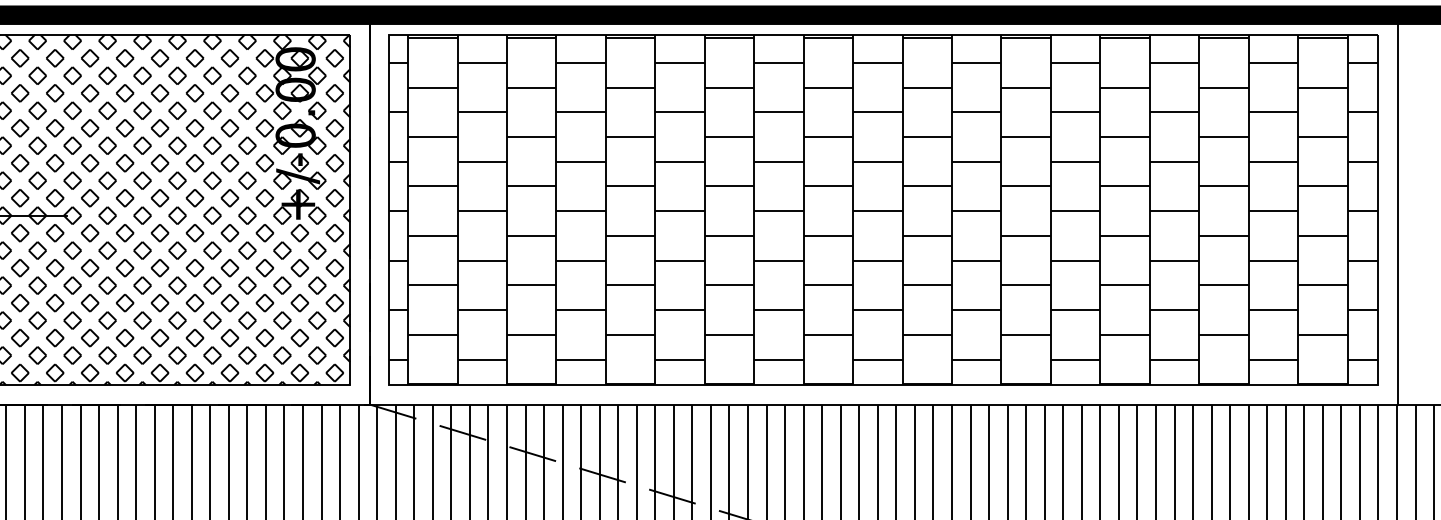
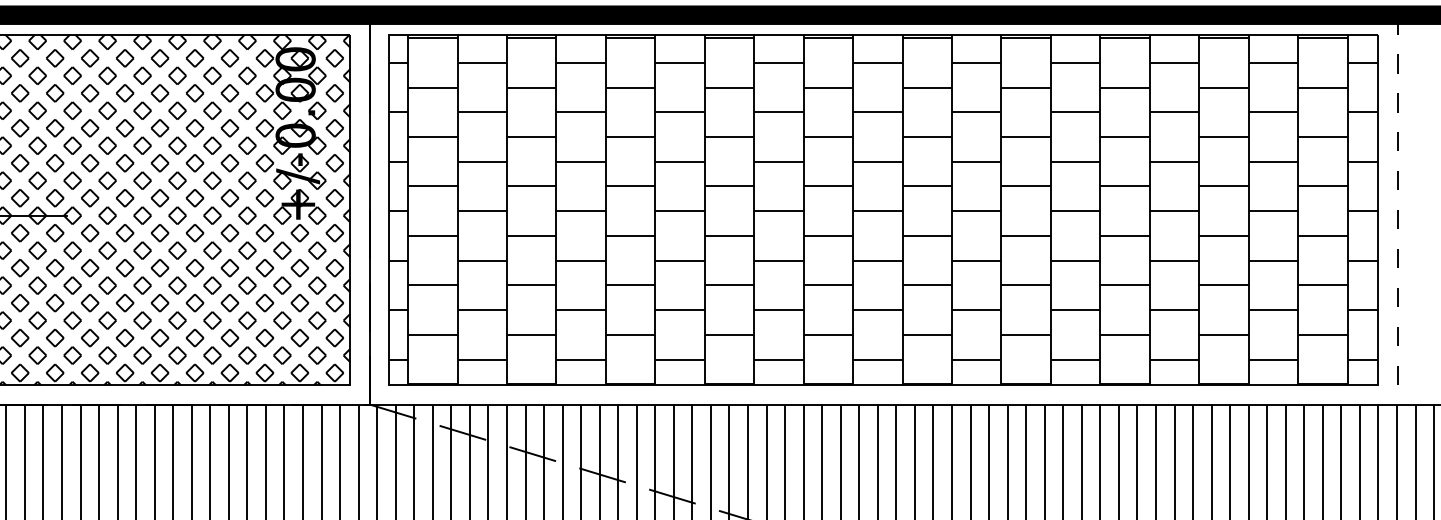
line at (1397, 209): solid -> dashed
